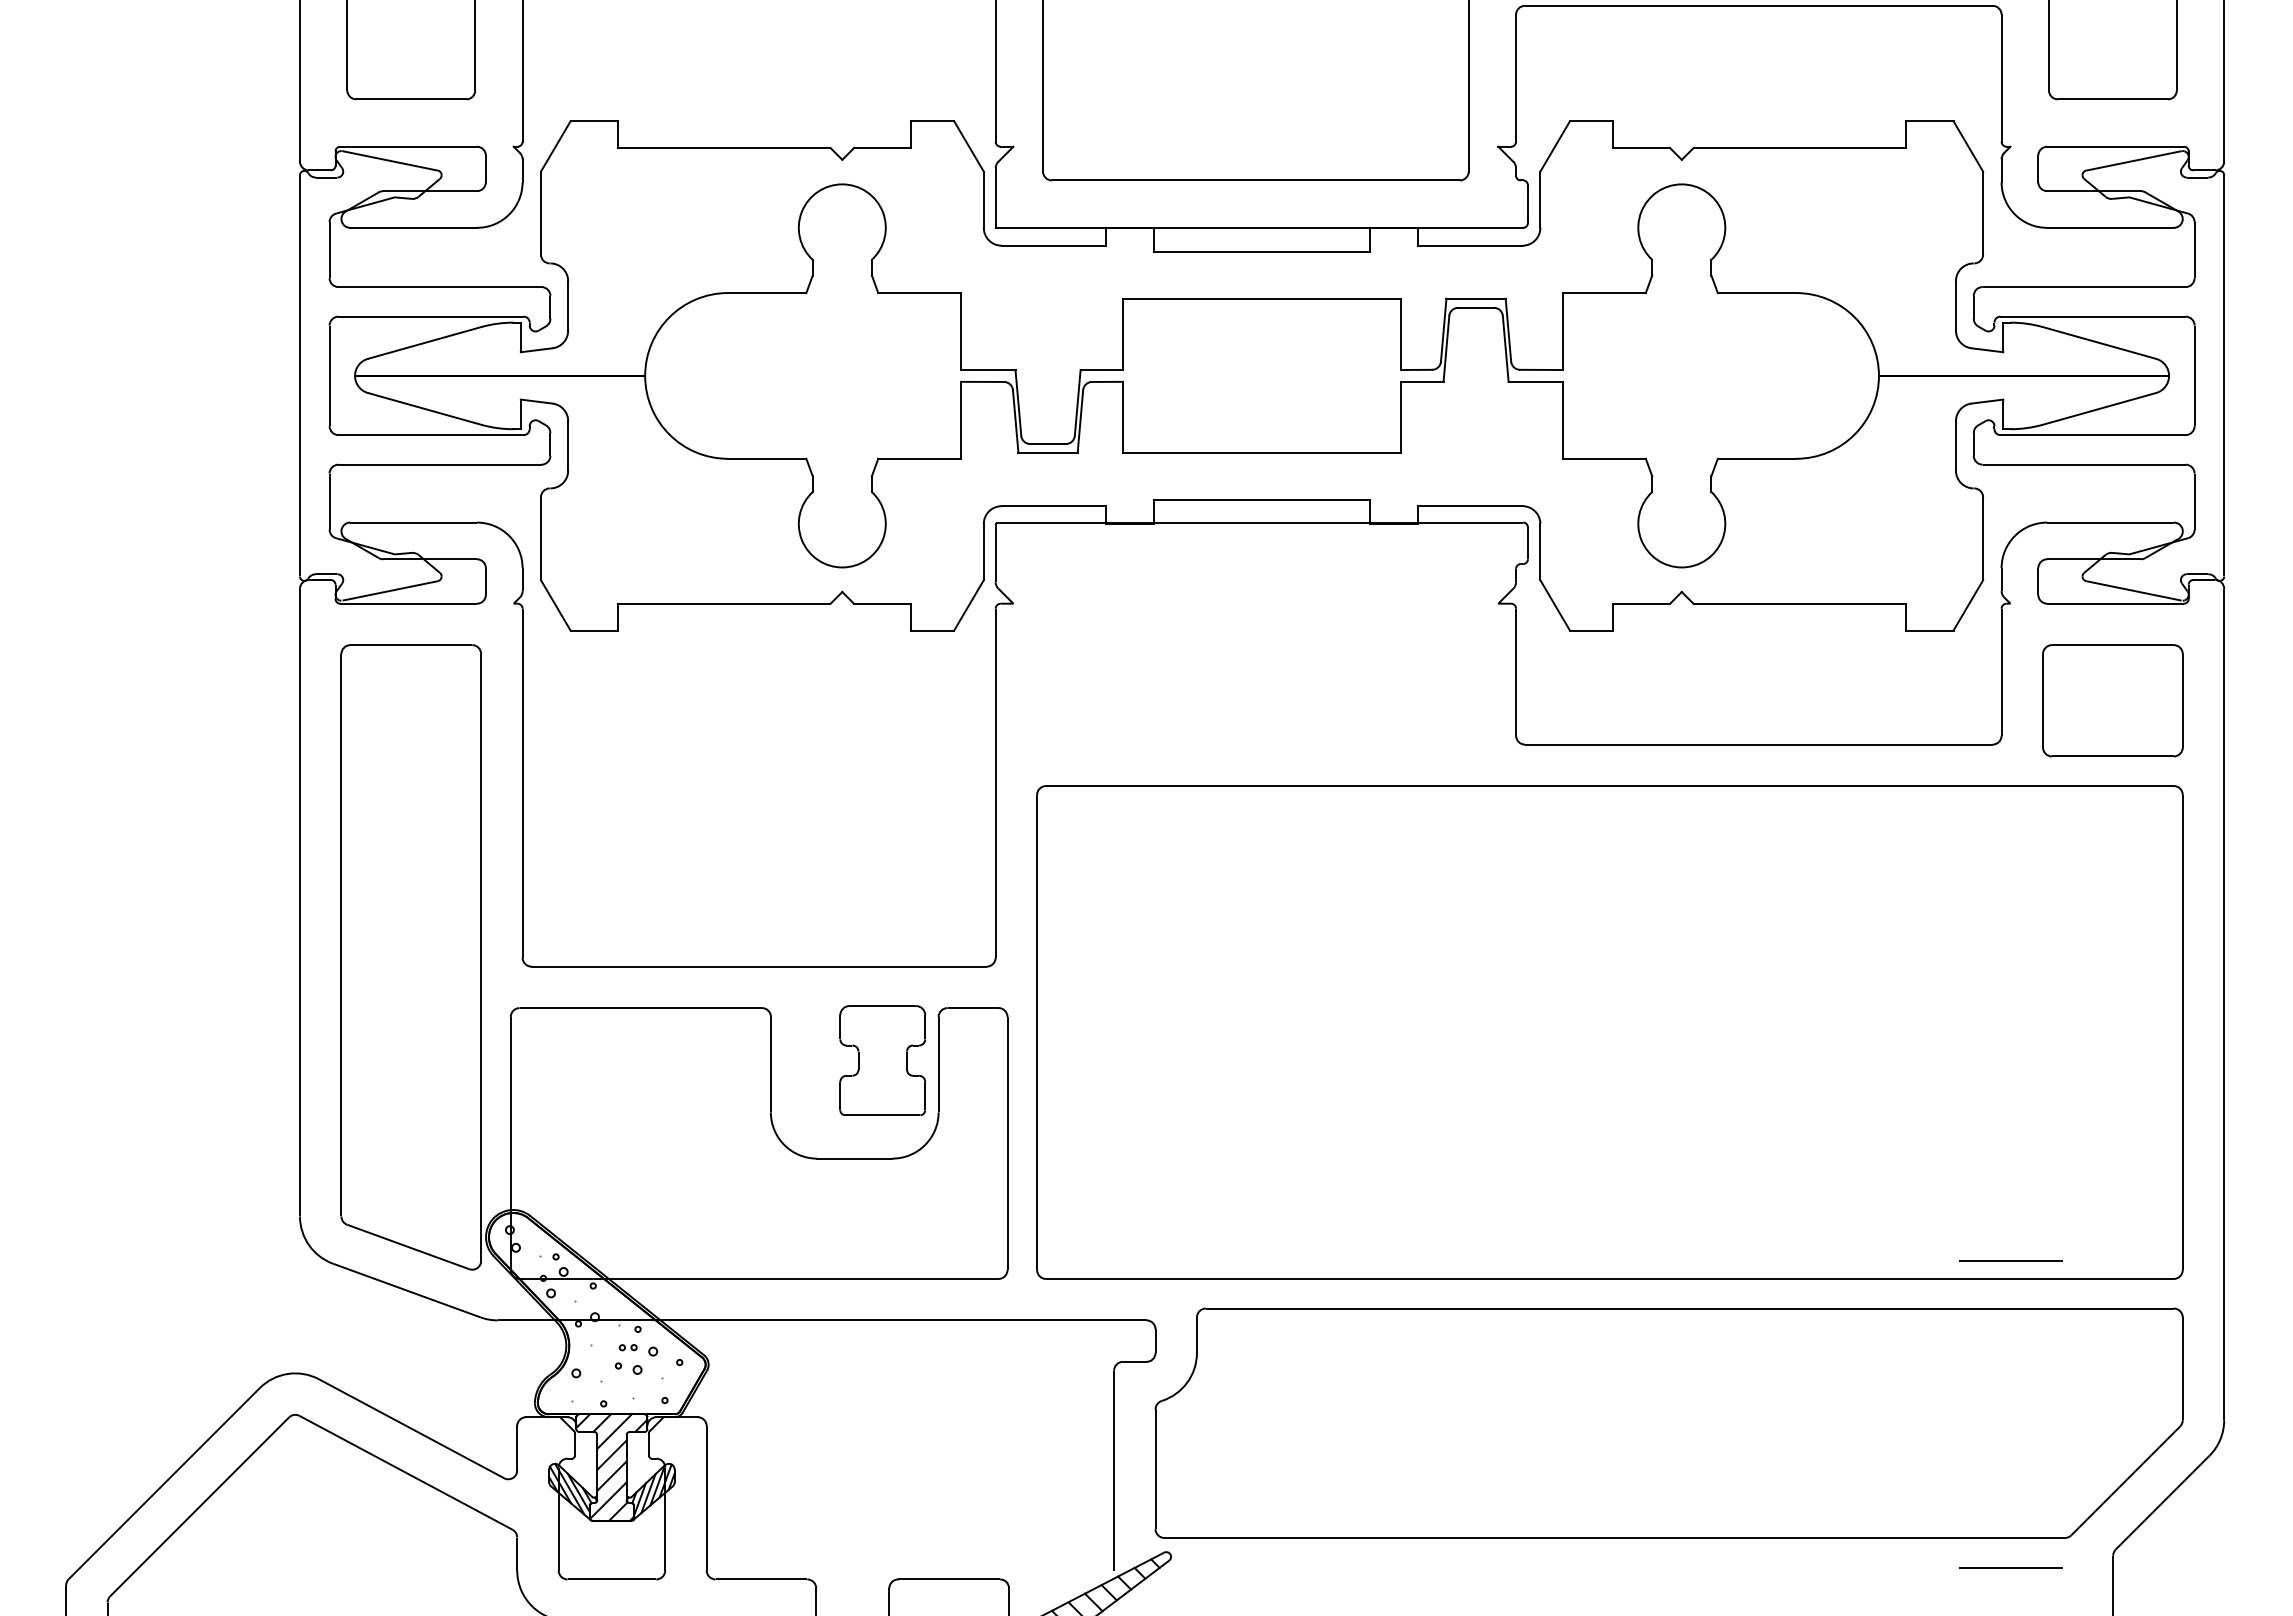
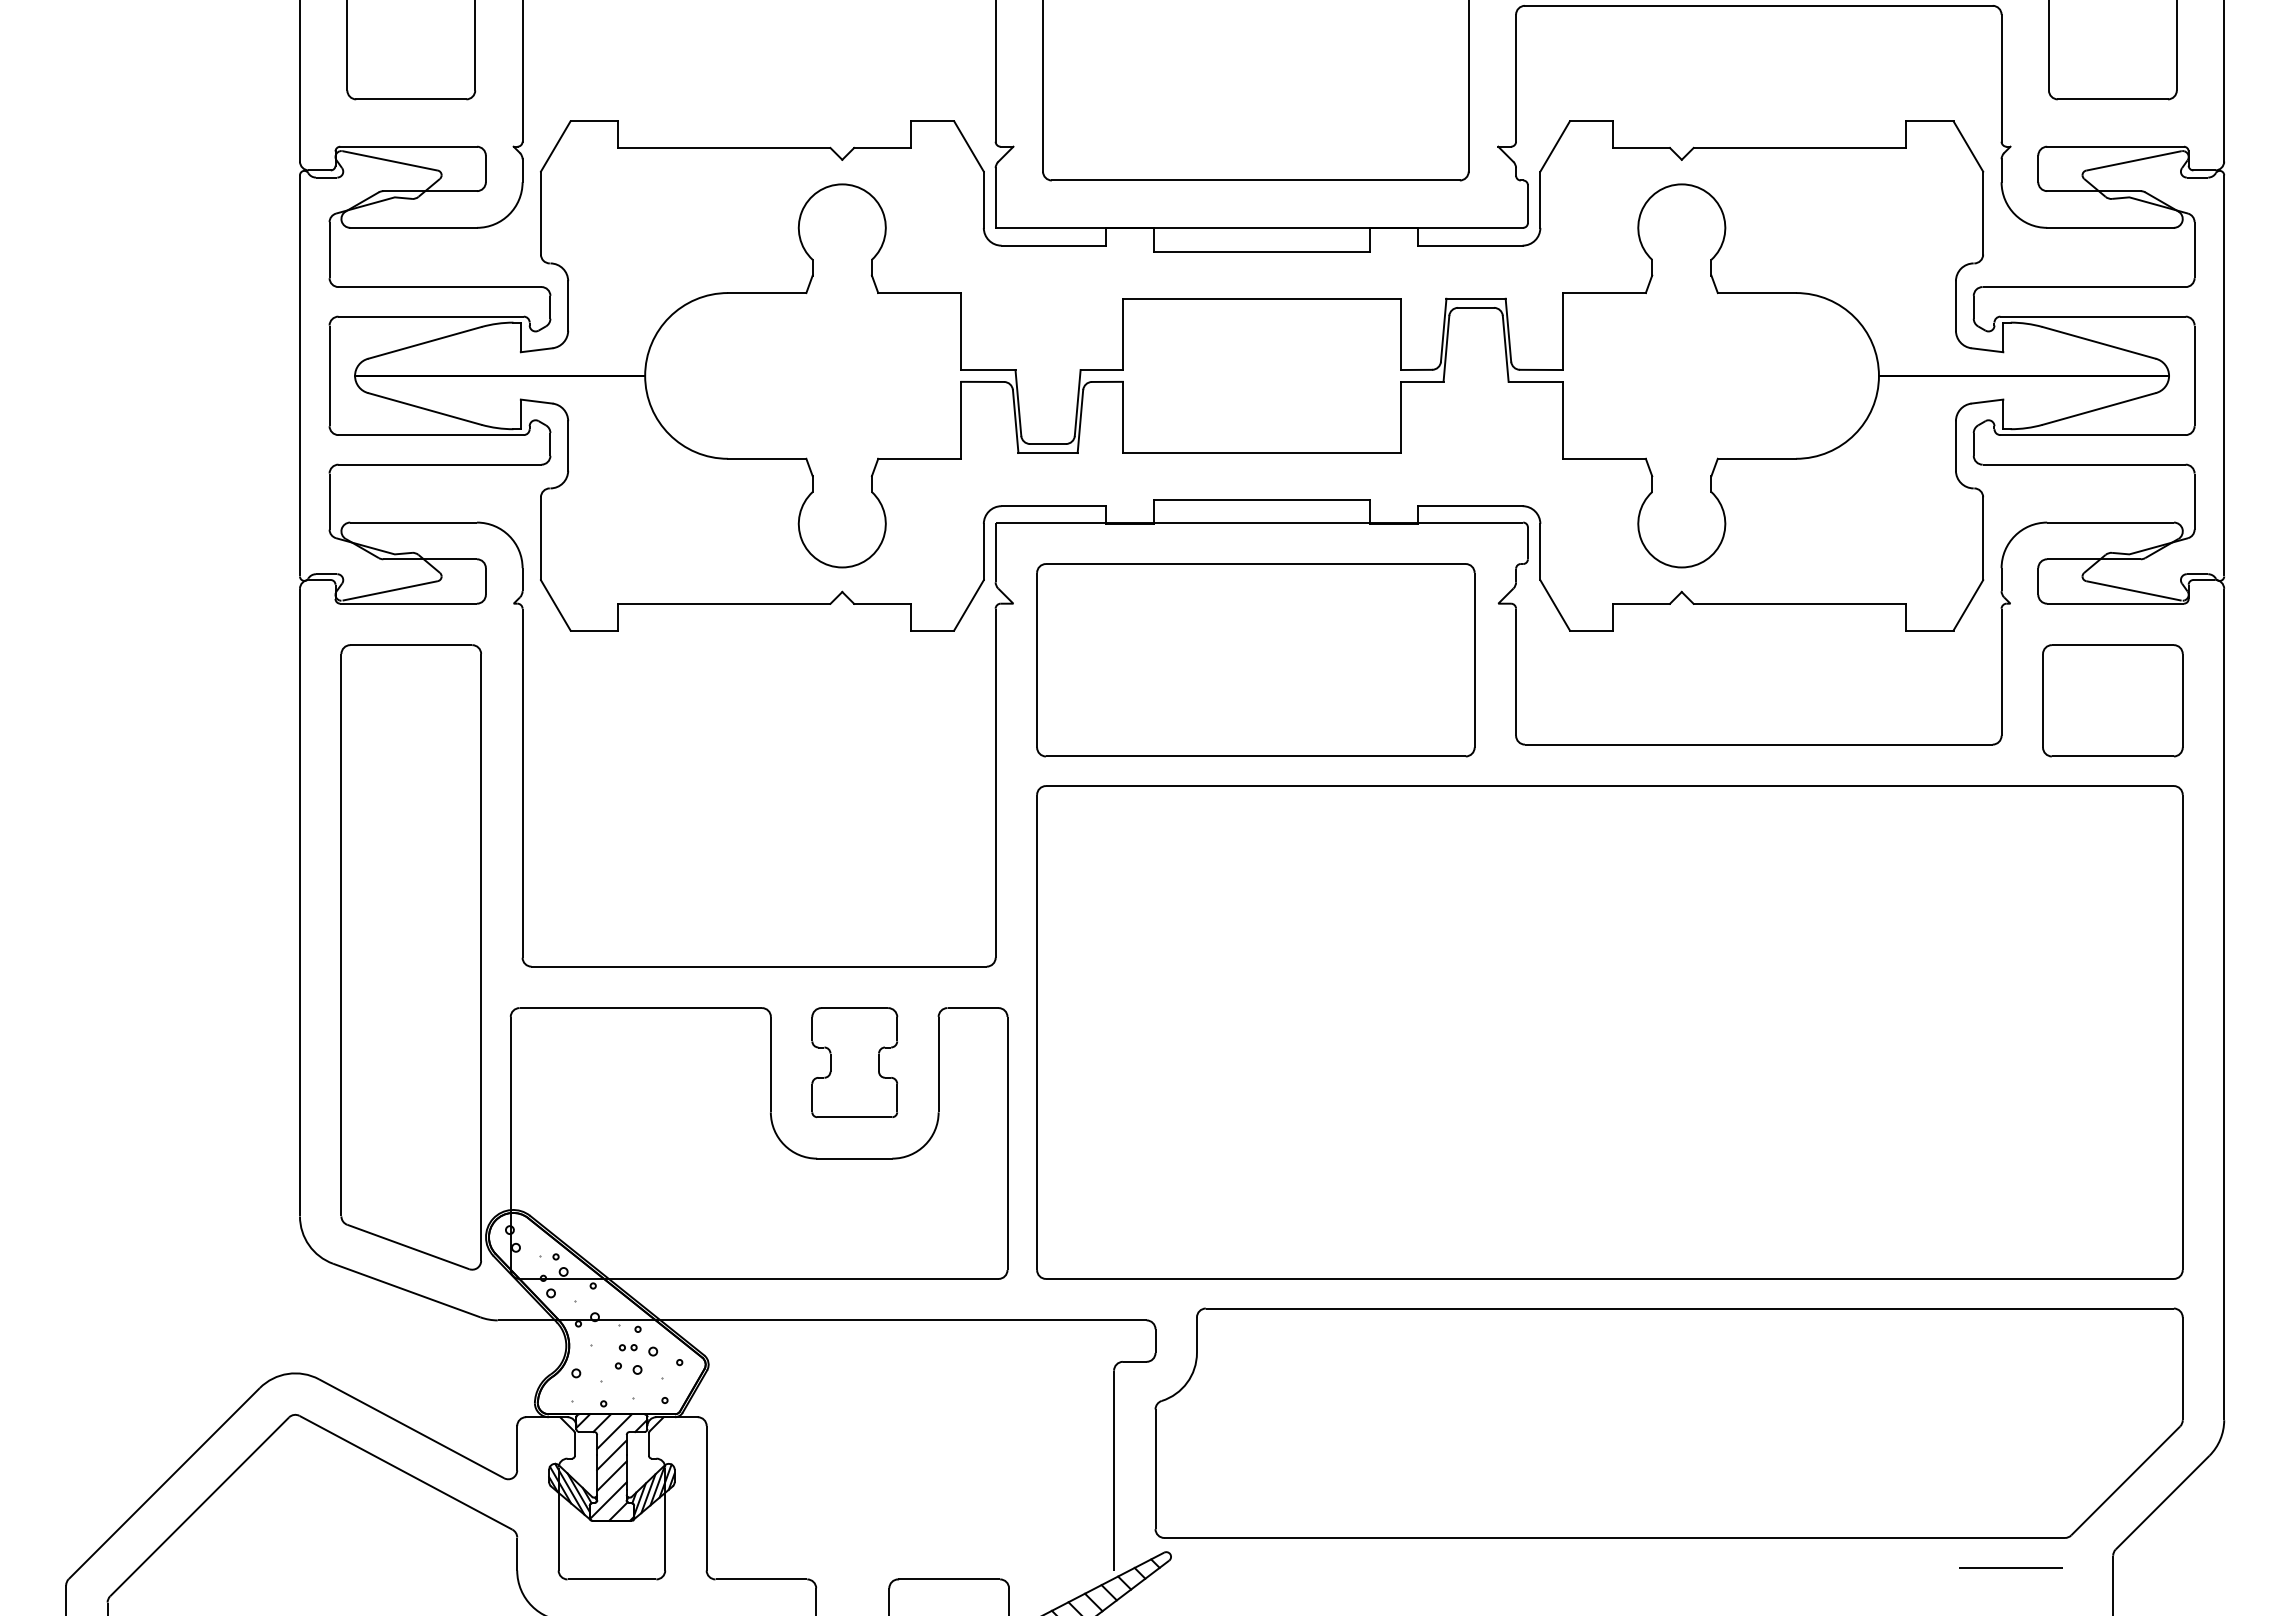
part at (1255, 660): none -> present
part at (882, 1060) position: (882, 1060) -> (854, 1062)
line at (2010, 1260): present -> none
